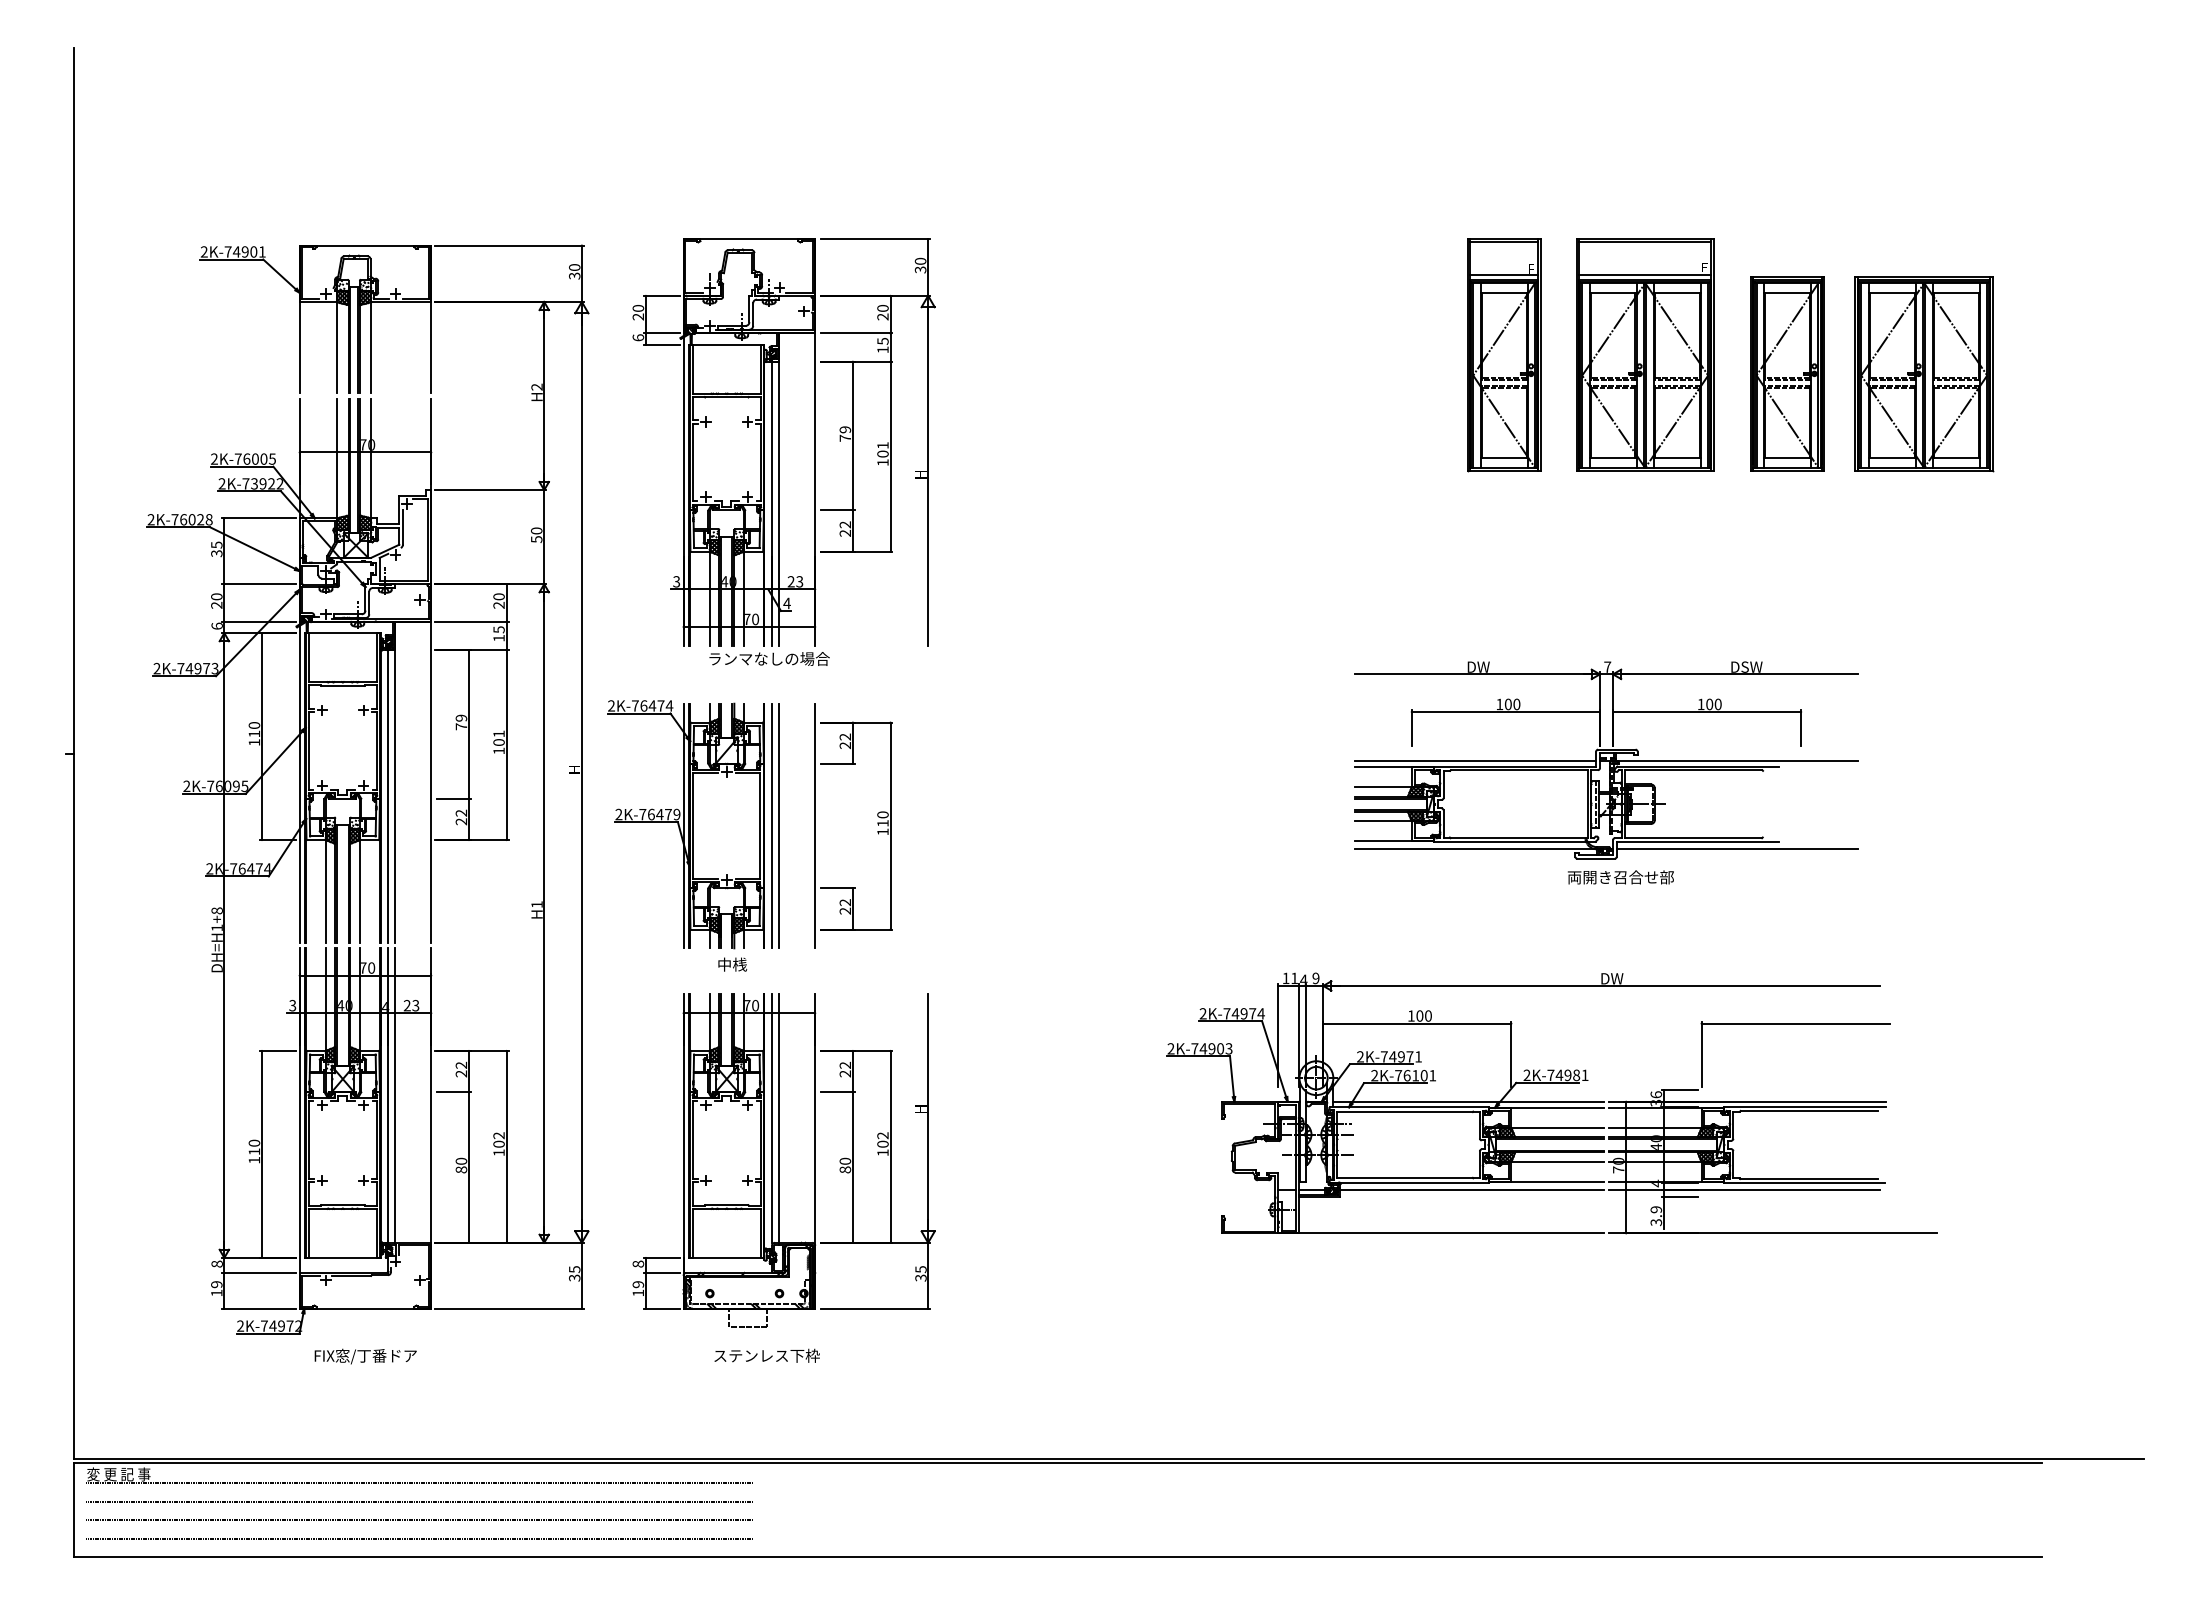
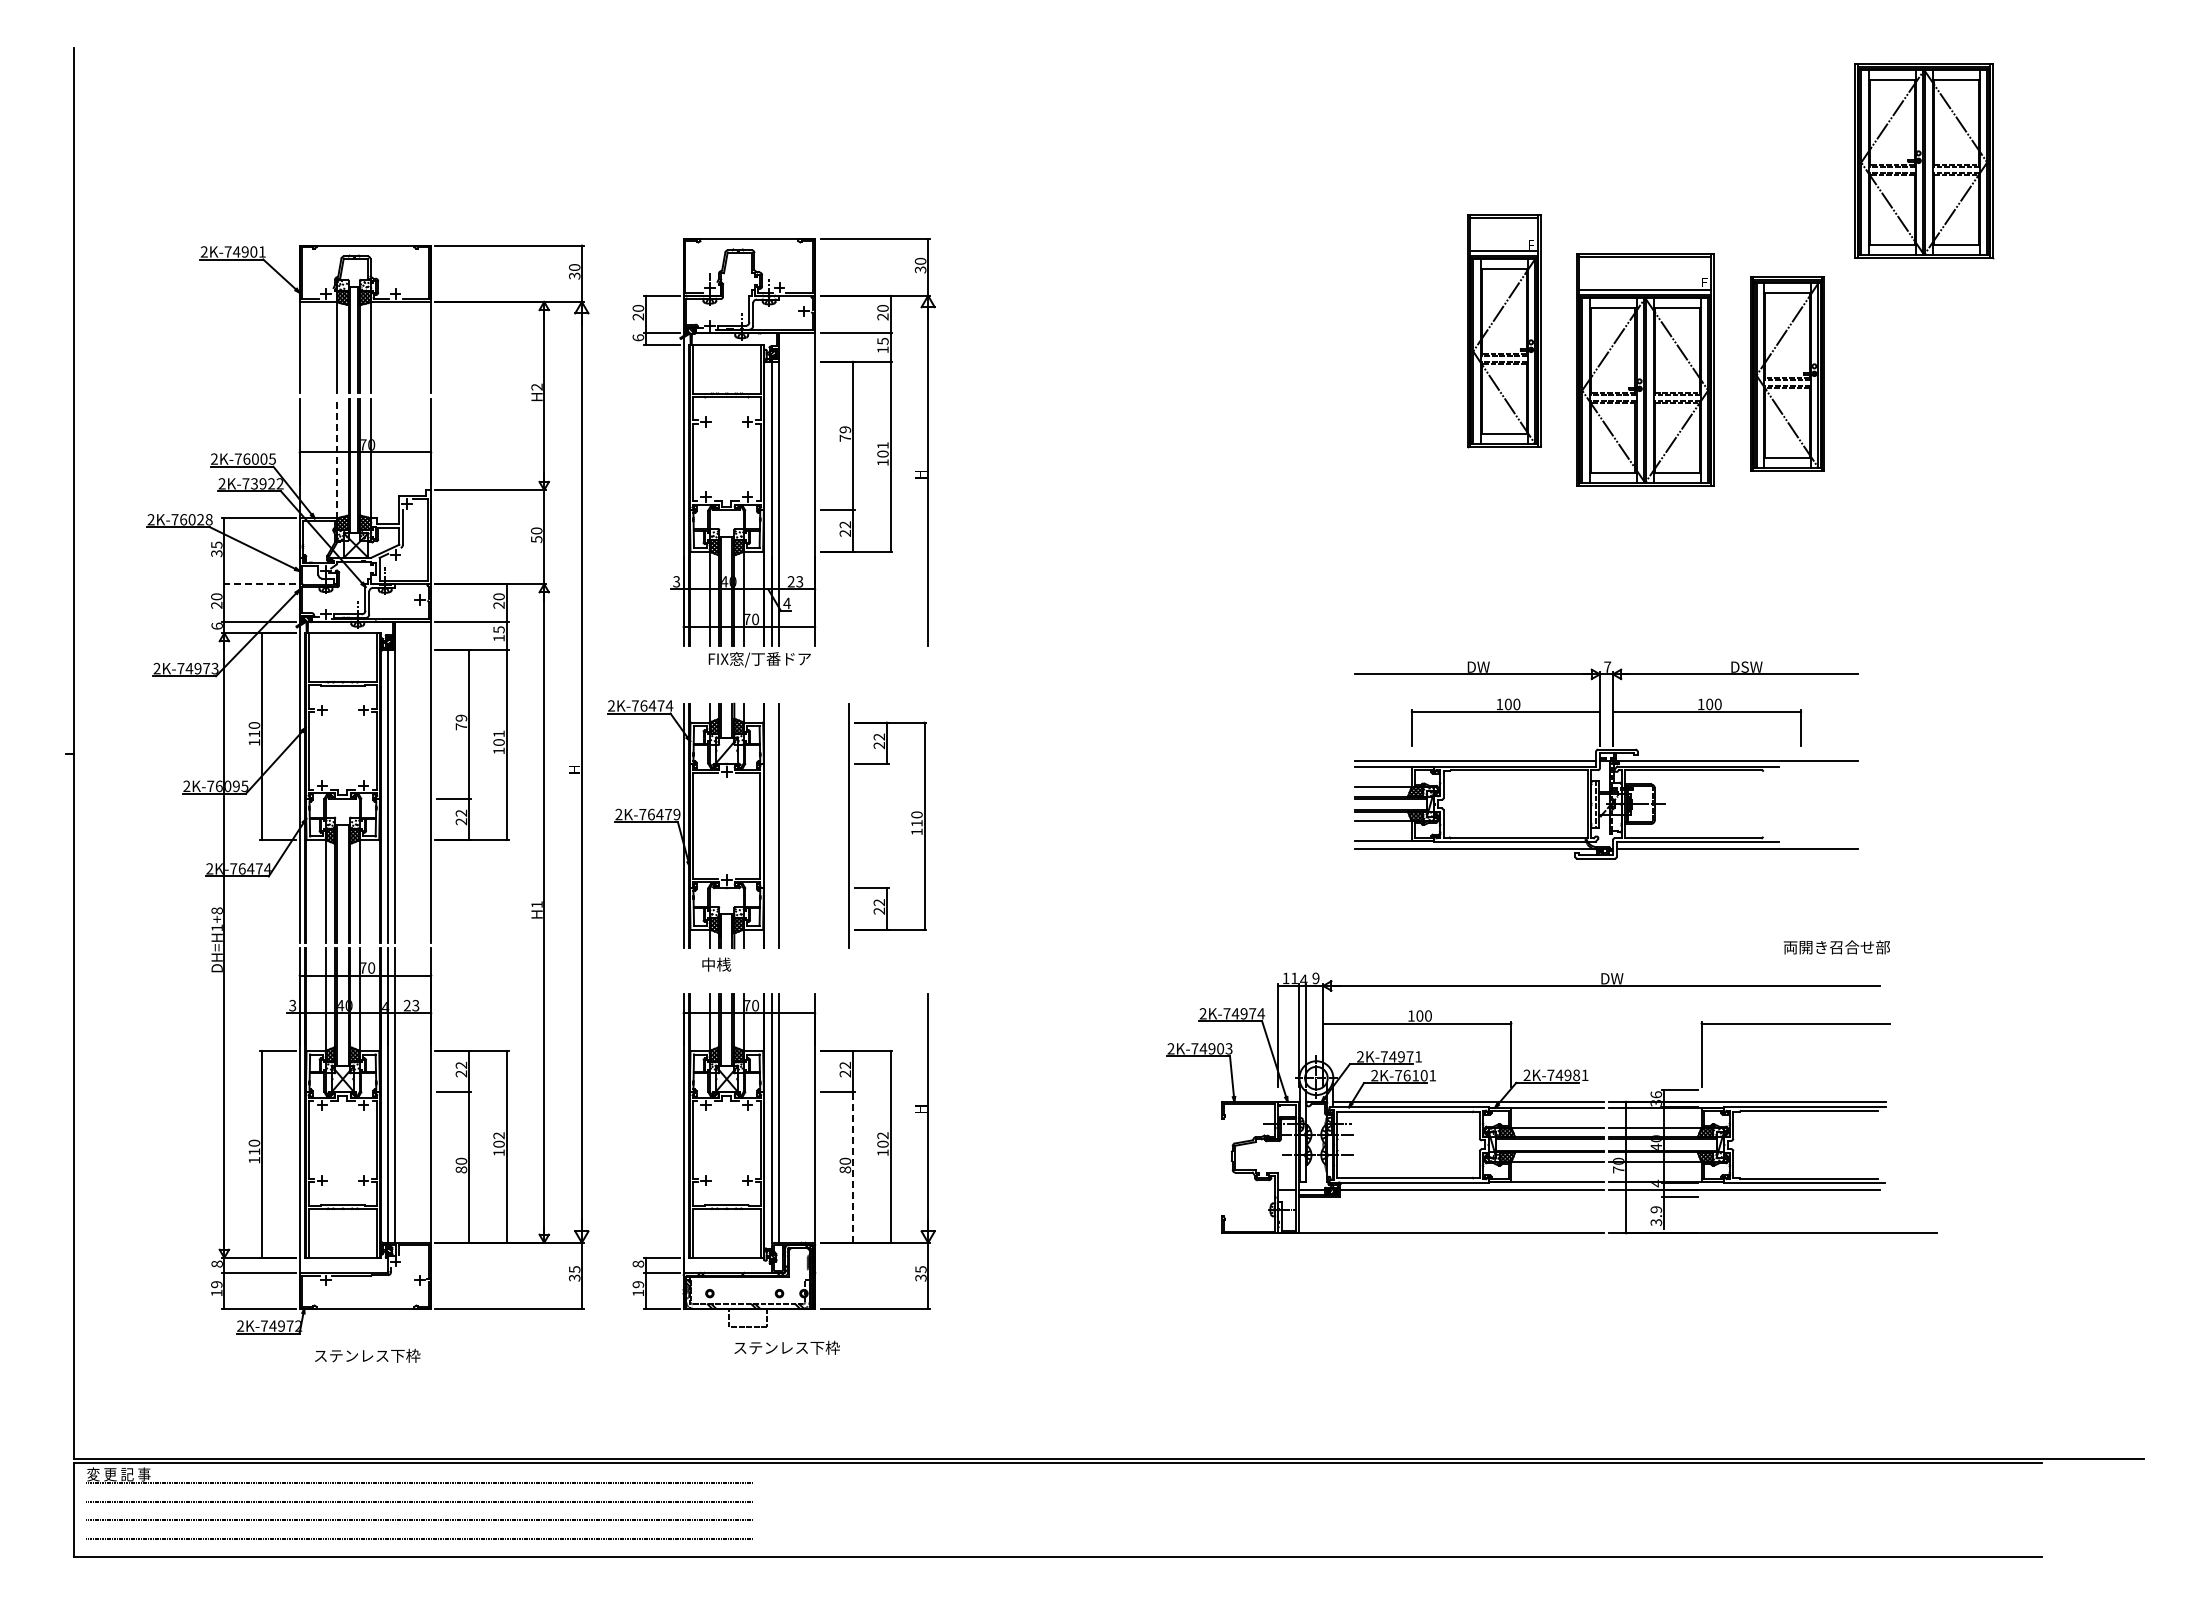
part at (1645, 354) position: (1645, 354) -> (1645, 369)
part at (1504, 355) position: (1504, 355) -> (1504, 331)
part at (1924, 374) position: (1924, 374) -> (1924, 161)
line at (337, 458): solid -> dashed
line at (259, 584): solid -> dashed
text at (768, 659): ランマなしの場合 -> FIX窓/丁番ドア
part at (877, 824) position: (877, 824) -> (911, 824)
line at (771, 825): present -> none
text at (1620, 877) position: (1620, 877) -> (1836, 947)
text at (732, 964) position: (732, 964) -> (716, 964)
line at (852, 1167): solid -> dashed
text at (766, 1355) position: (766, 1355) -> (786, 1347)
text at (367, 1356): FIX窓/丁番ドア -> ステンレス下枠
